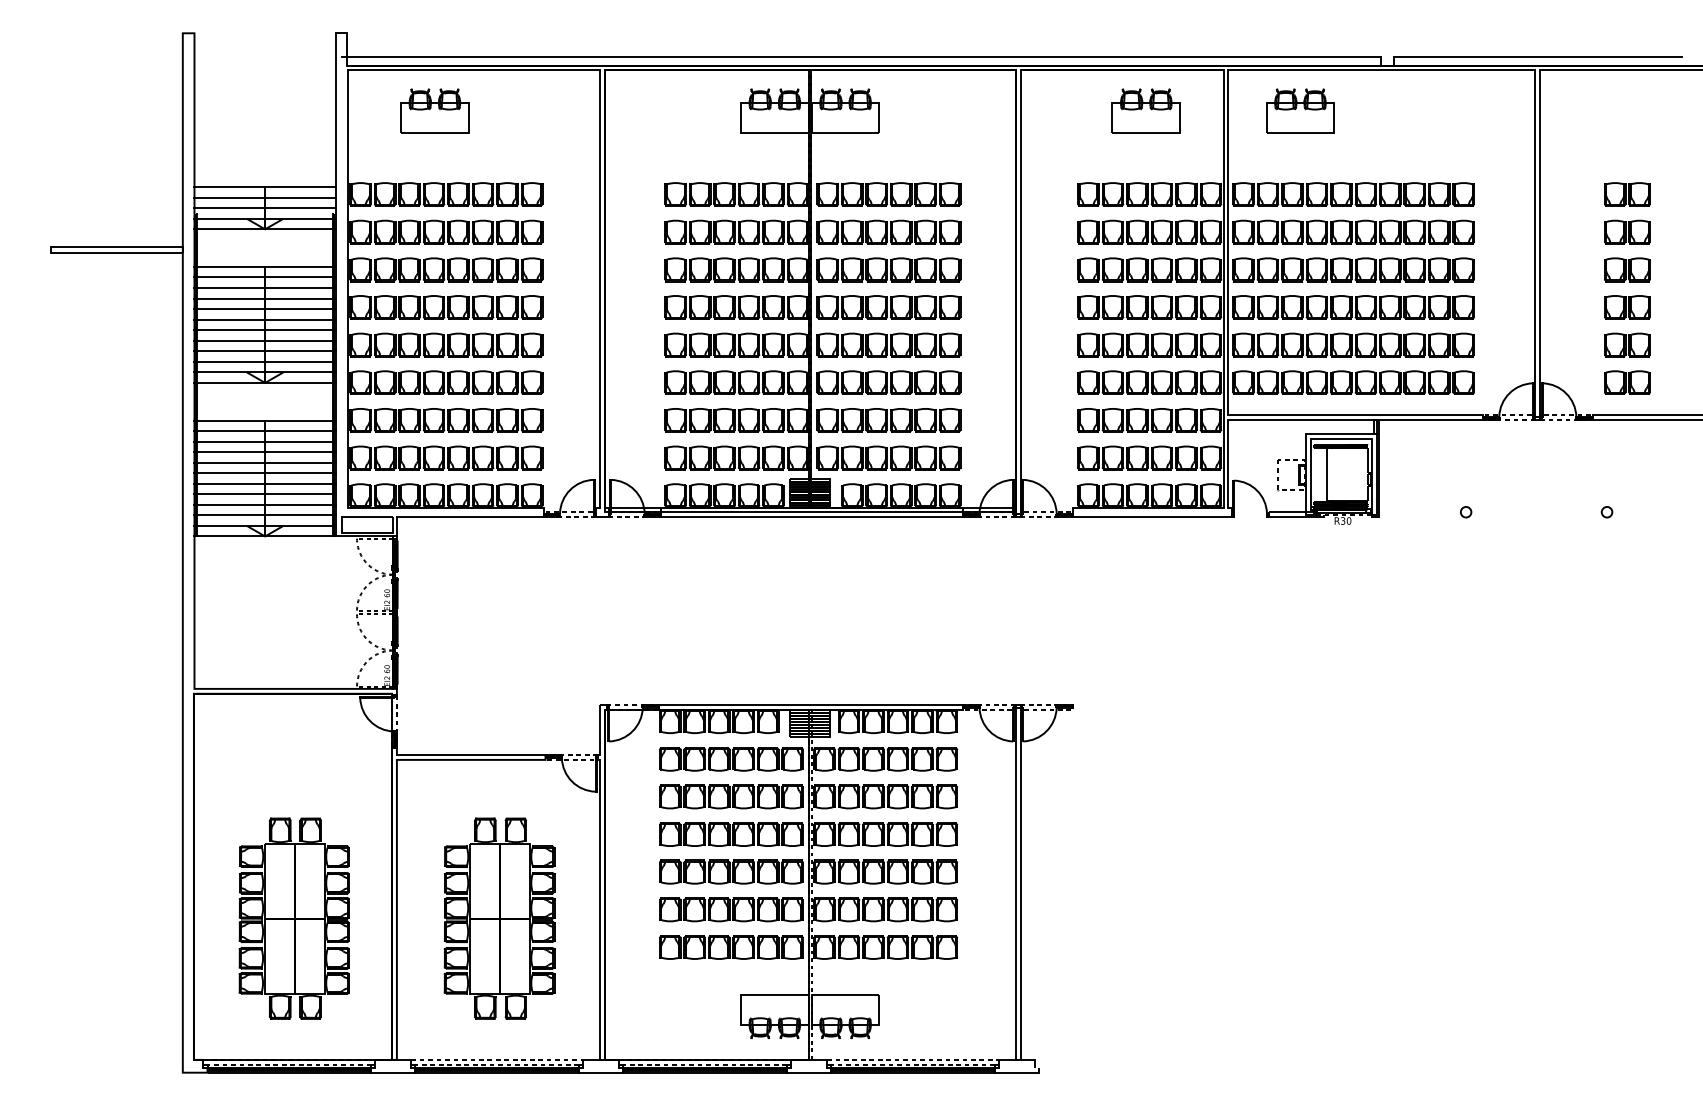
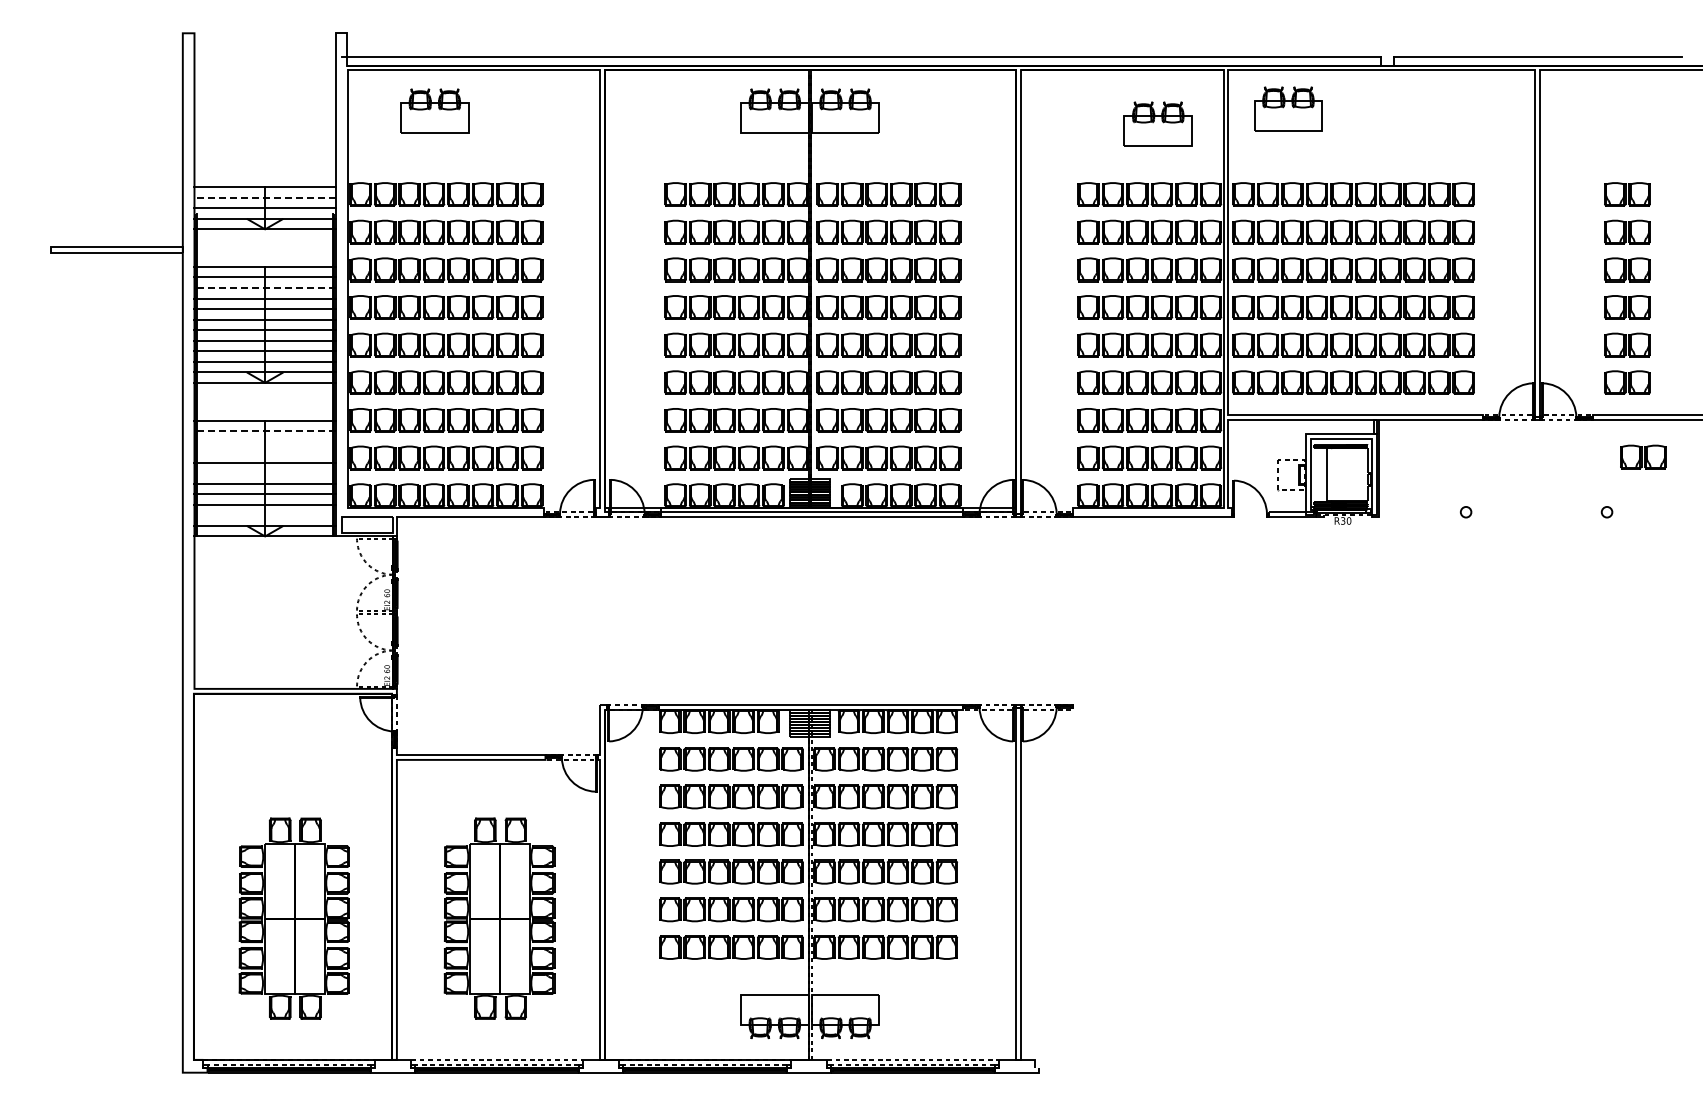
part at (1145, 110) position: (1145, 110) -> (1157, 123)
part at (1300, 110) position: (1300, 110) -> (1288, 108)
line at (265, 197): solid -> dashed
line at (265, 288): solid -> dashed
line at (265, 431): solid -> dashed
line at (264, 441): present -> none
line at (264, 452): present -> none
part at (1643, 456): none -> present
line at (264, 473): present -> none
line at (264, 515): present -> none
